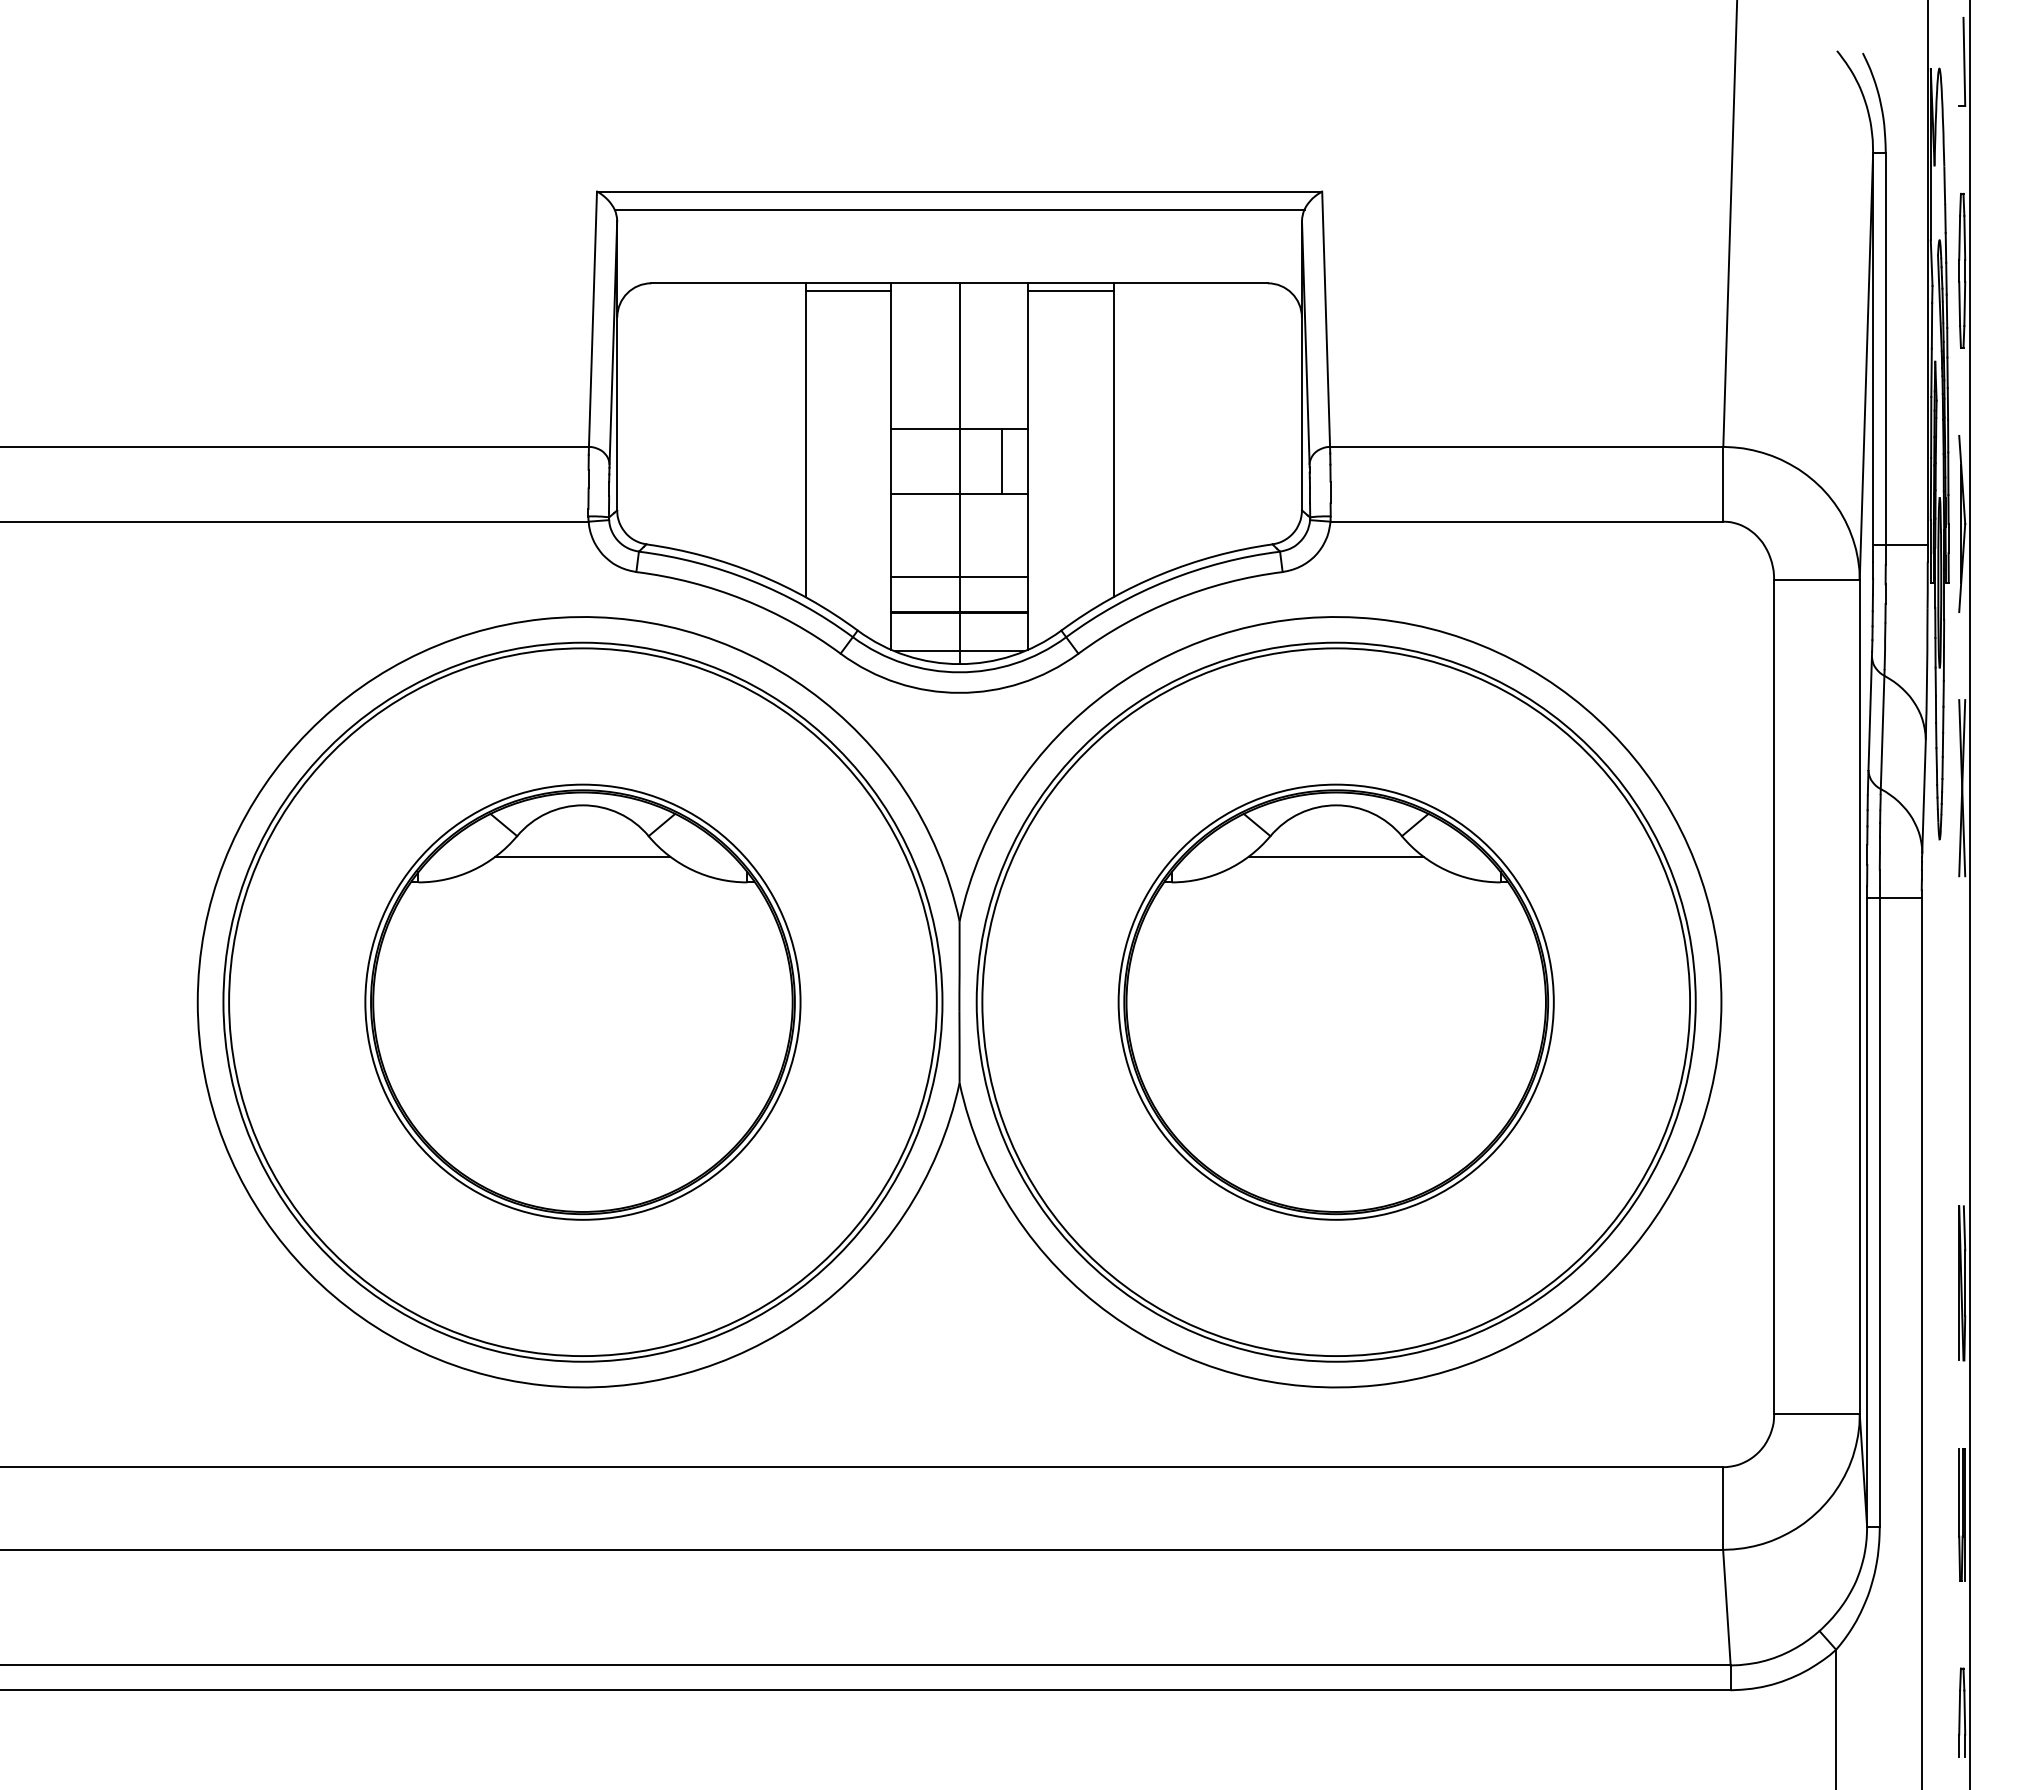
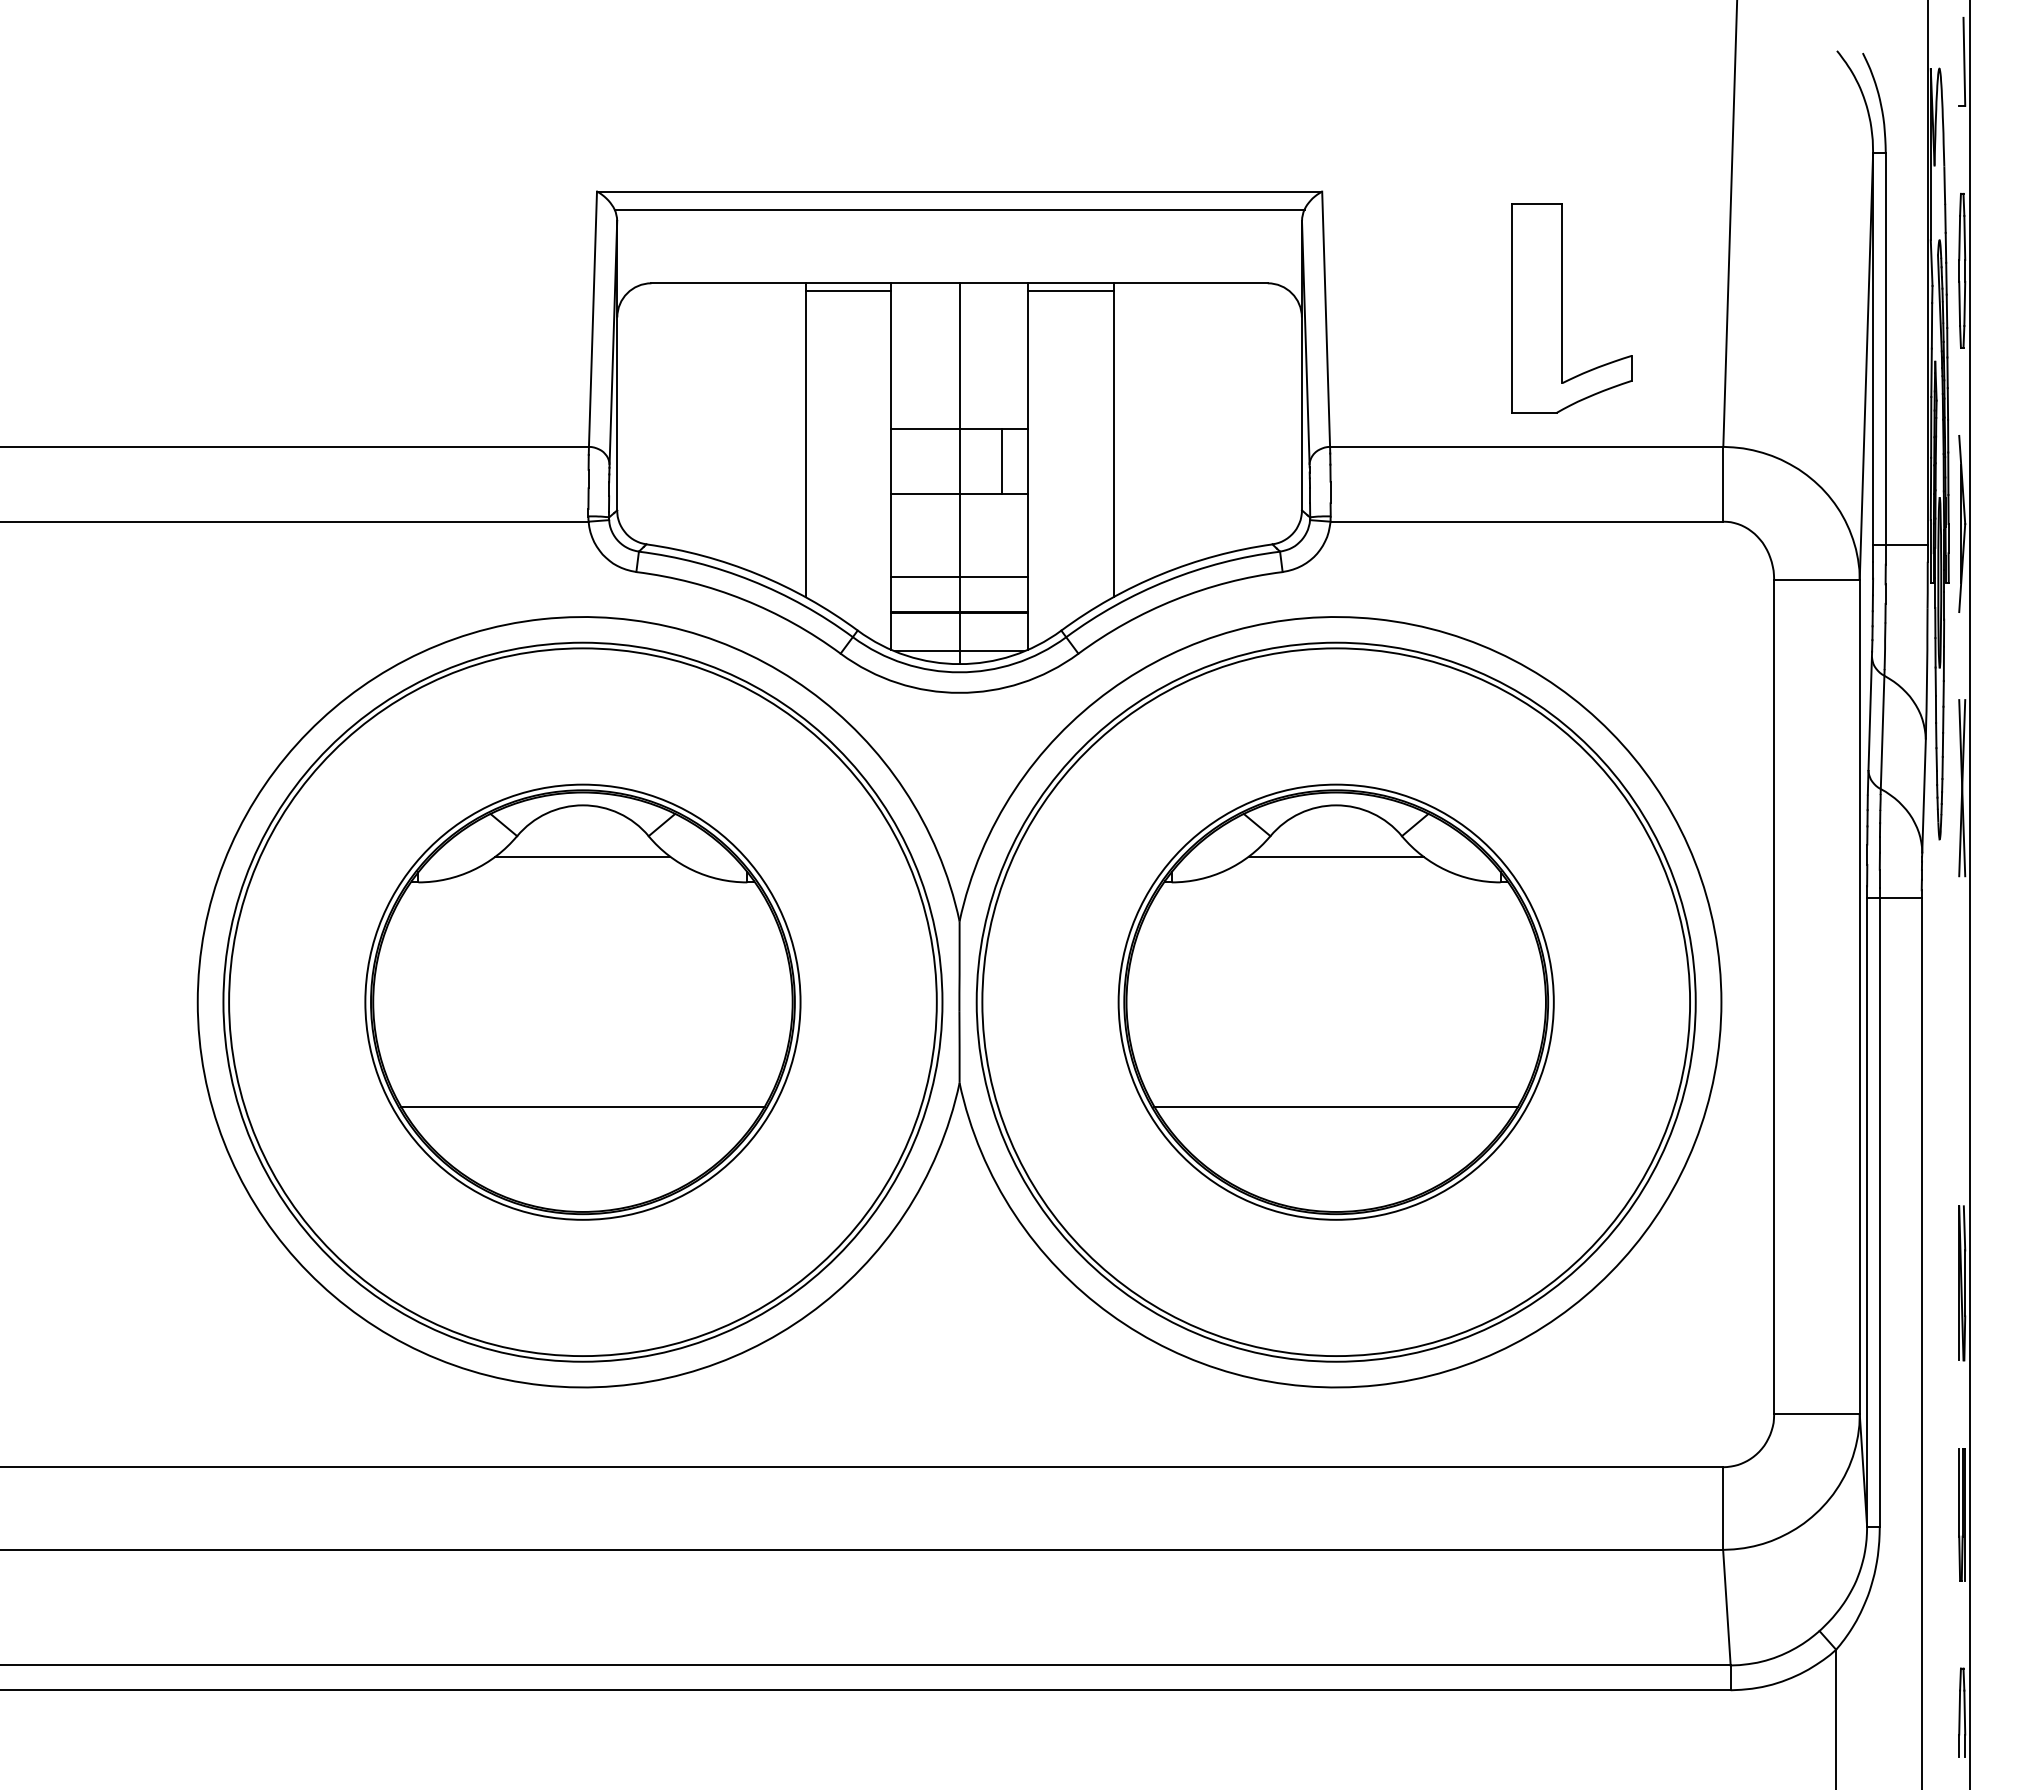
part at (1562, 308): none -> present
line at (582, 1106): none -> present
line at (1335, 1106): none -> present
